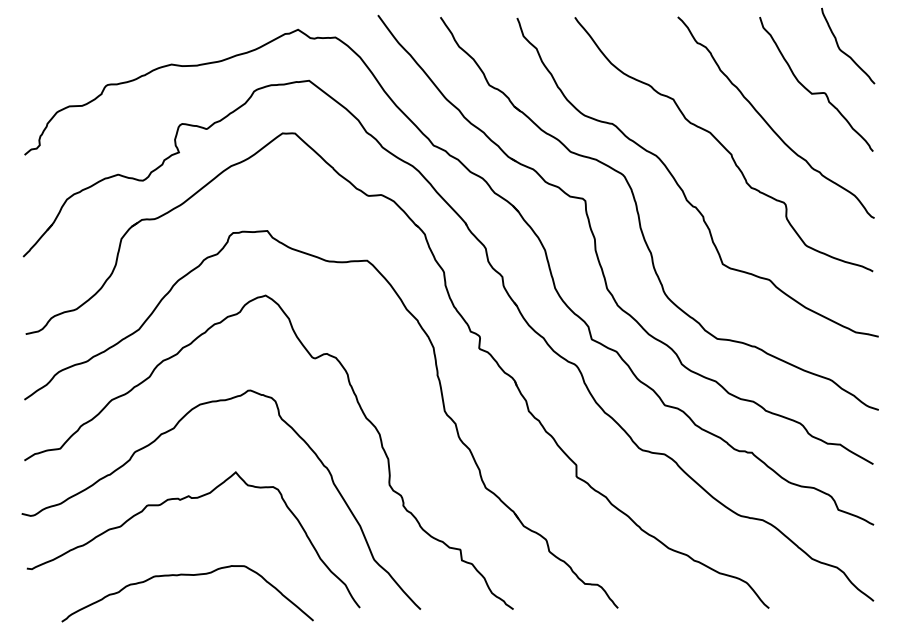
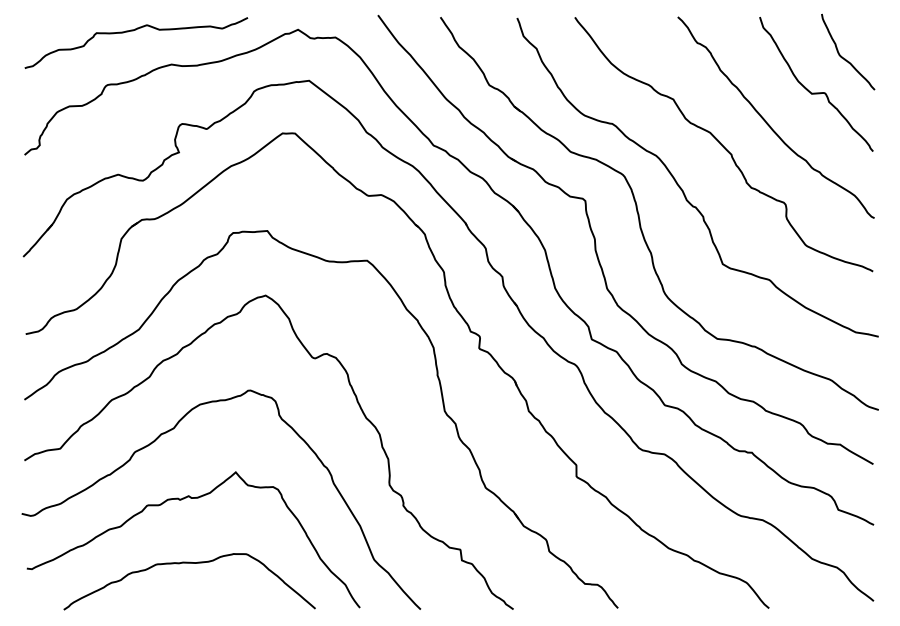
curve at (133, 31): none -> present
curve at (845, 52) position: (845, 52) -> (845, 58)
curve at (187, 575) position: (187, 575) -> (189, 563)
